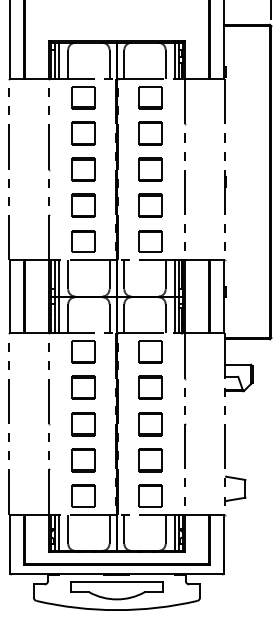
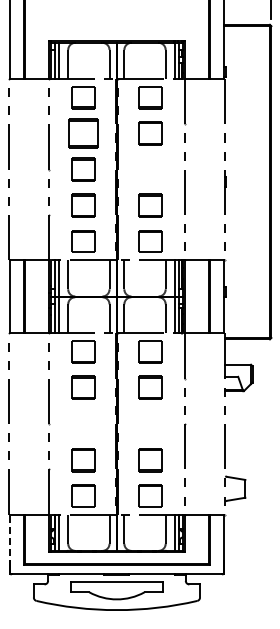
part at (83, 133) size: 25x25 px -> 31x31 px
part at (150, 169): present -> none
part at (83, 424): present -> none
part at (150, 424): present -> none
line at (9, 540): solid -> dashed
